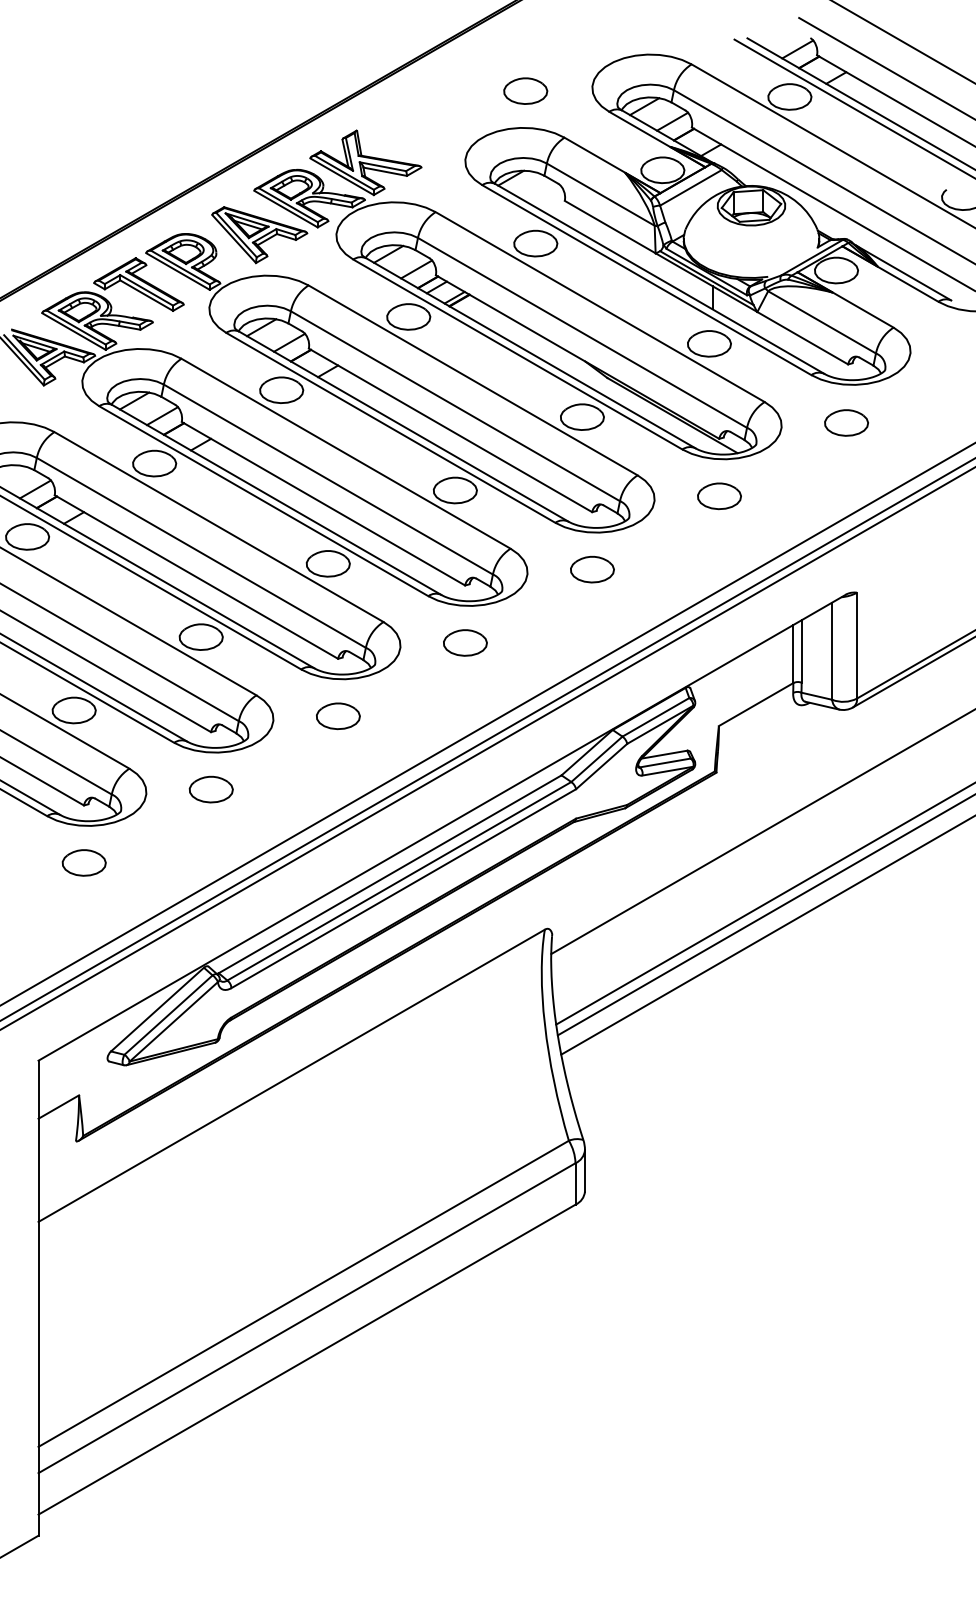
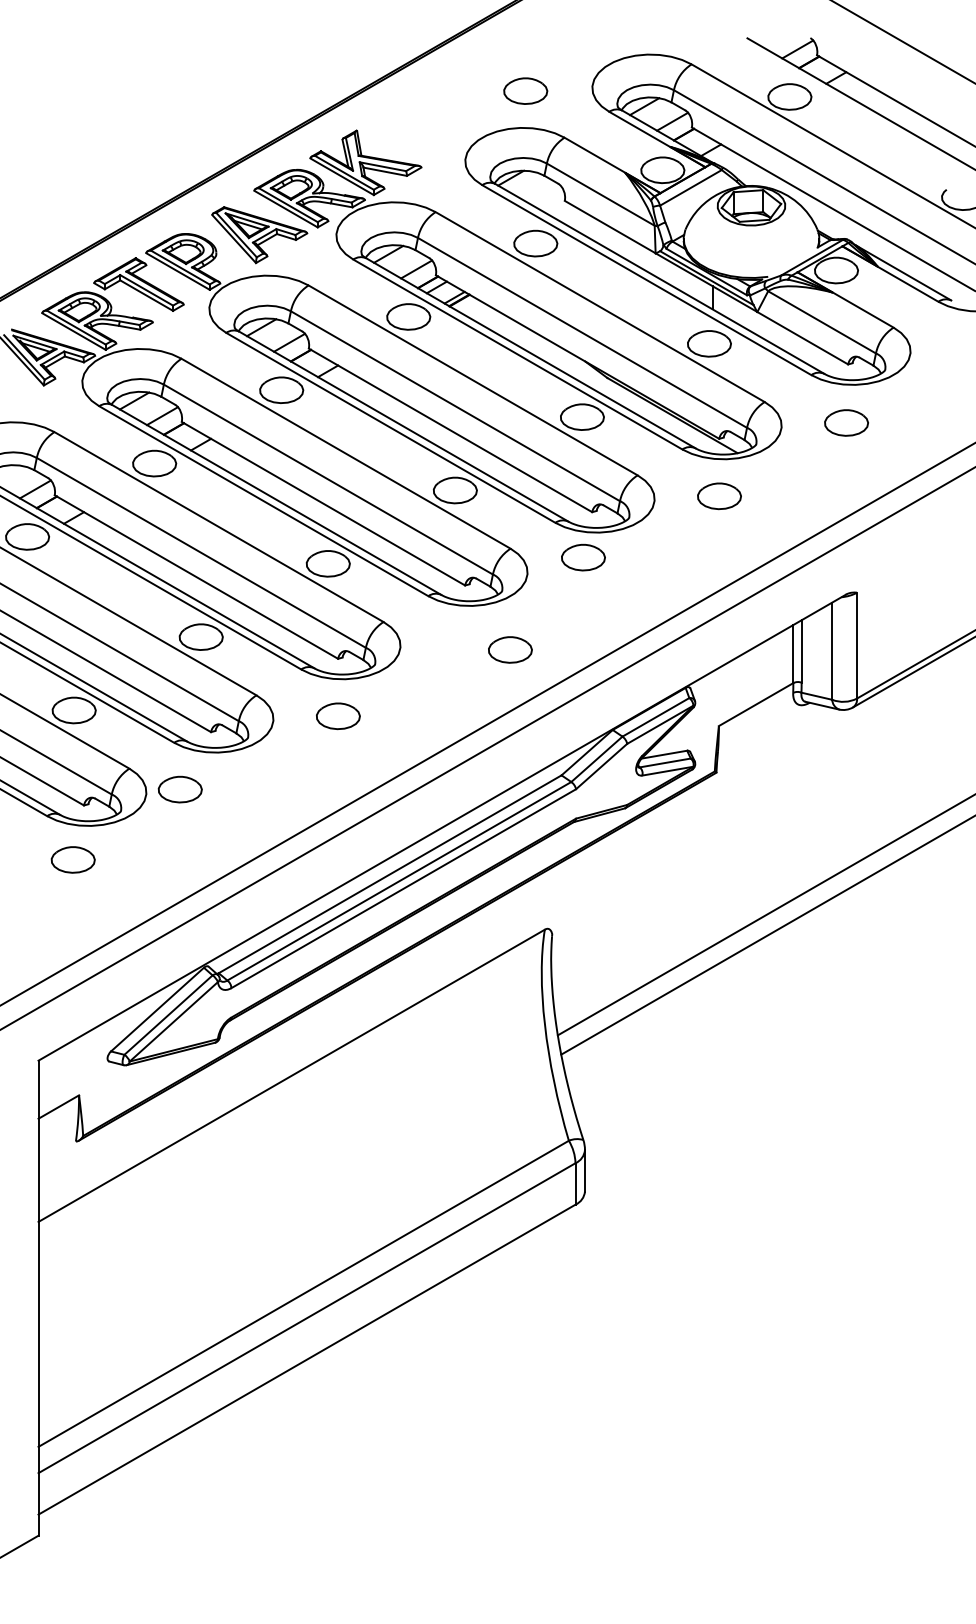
line at (885, 67): present -> none
line at (853, 107): present -> none
part at (592, 569) position: (592, 569) -> (583, 557)
part at (465, 642) position: (465, 642) -> (510, 649)
line at (487, 739): present -> none
part at (210, 789) position: (210, 789) -> (179, 789)
line at (761, 832): present -> none
part at (83, 862) position: (83, 862) -> (72, 859)
line at (764, 904): present -> none
